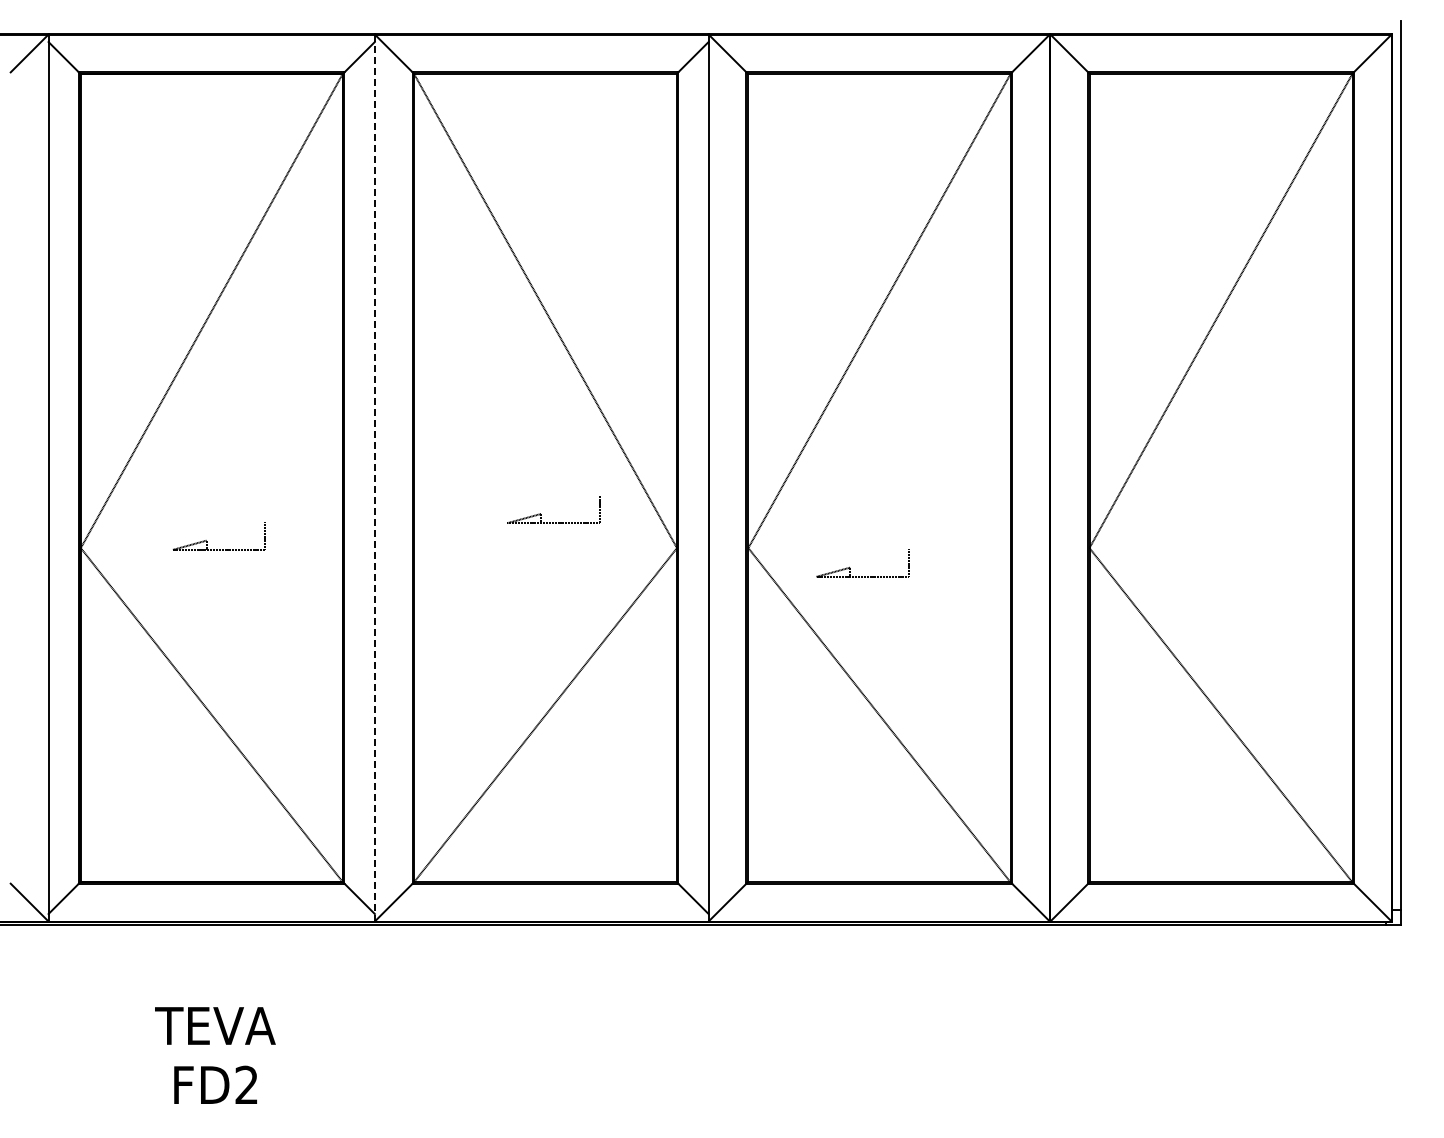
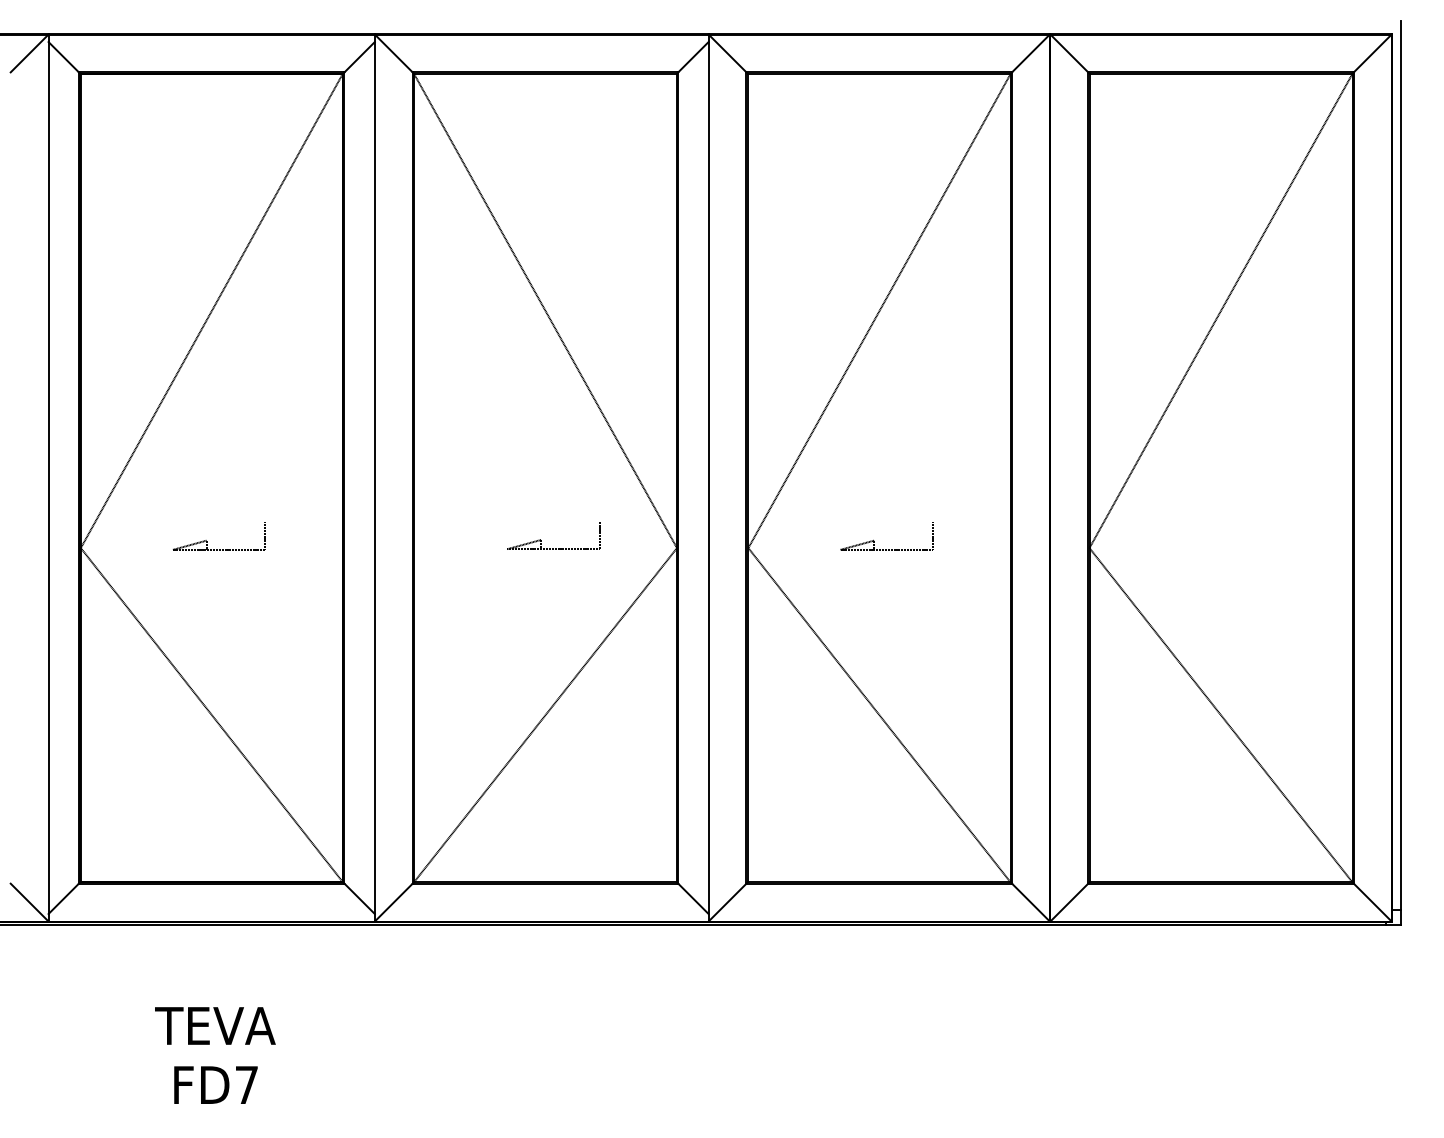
line at (374, 478): dashed -> solid
part at (541, 514) position: (541, 514) -> (541, 540)
part at (850, 567) position: (850, 567) -> (874, 540)
text at (246, 1084): FD2 -> FD7
